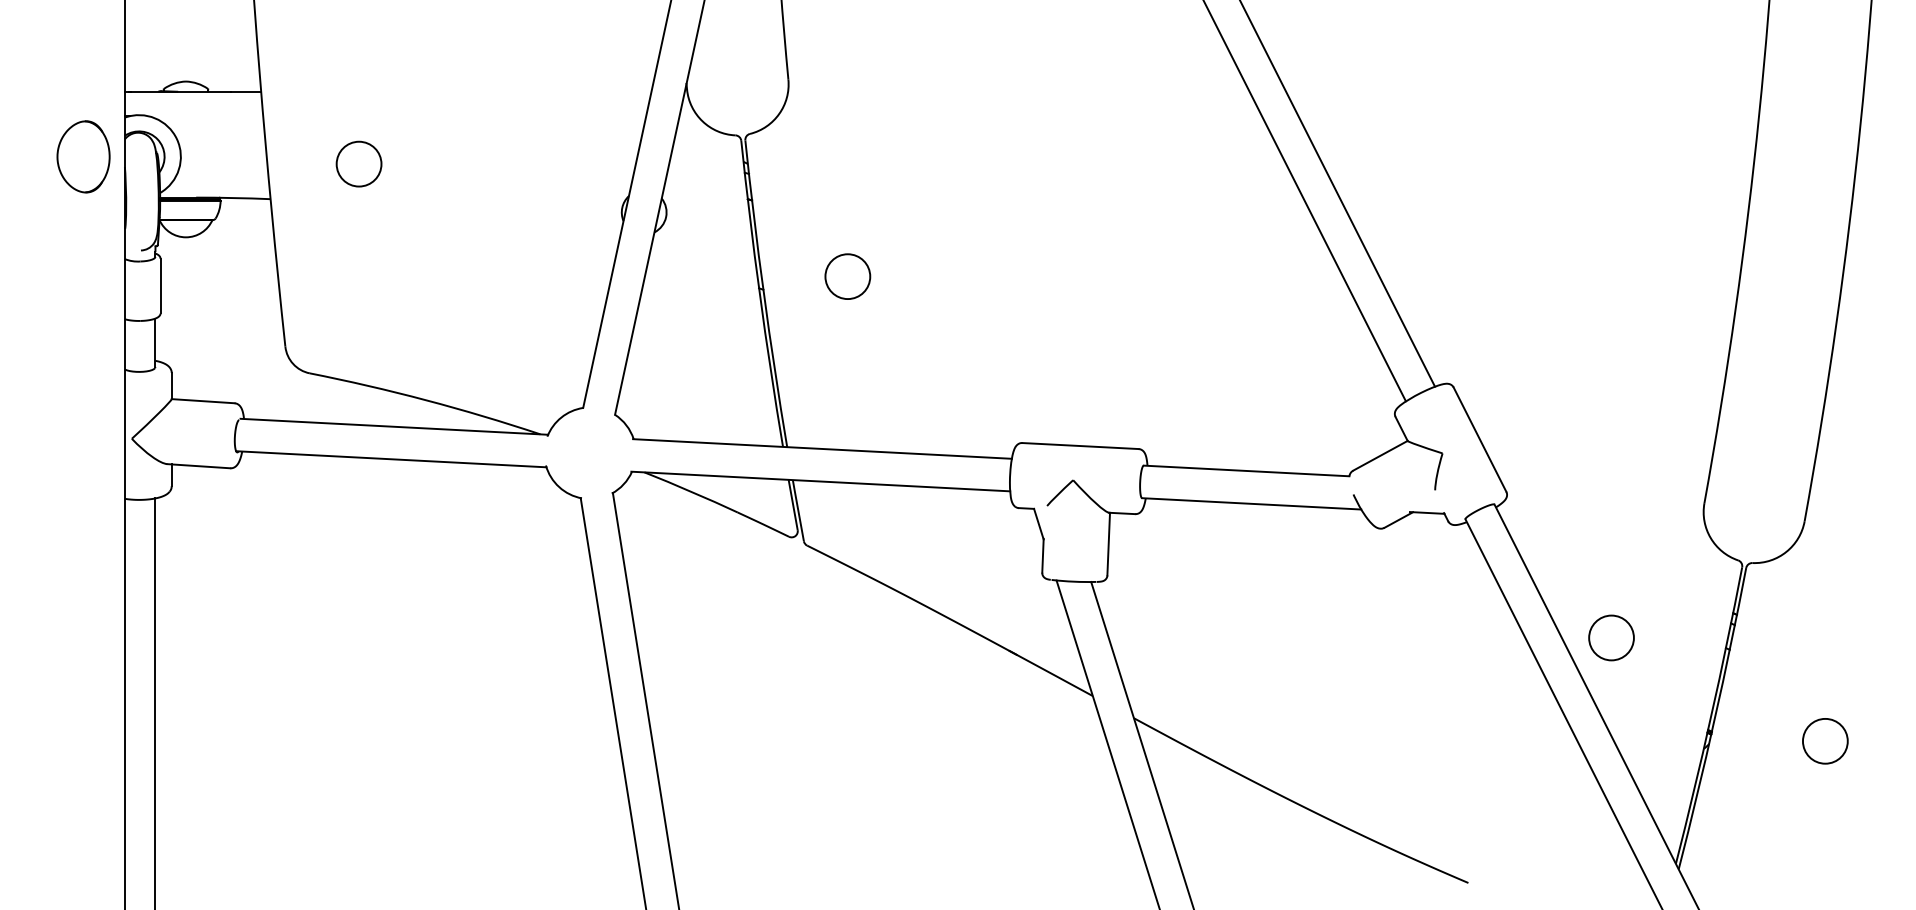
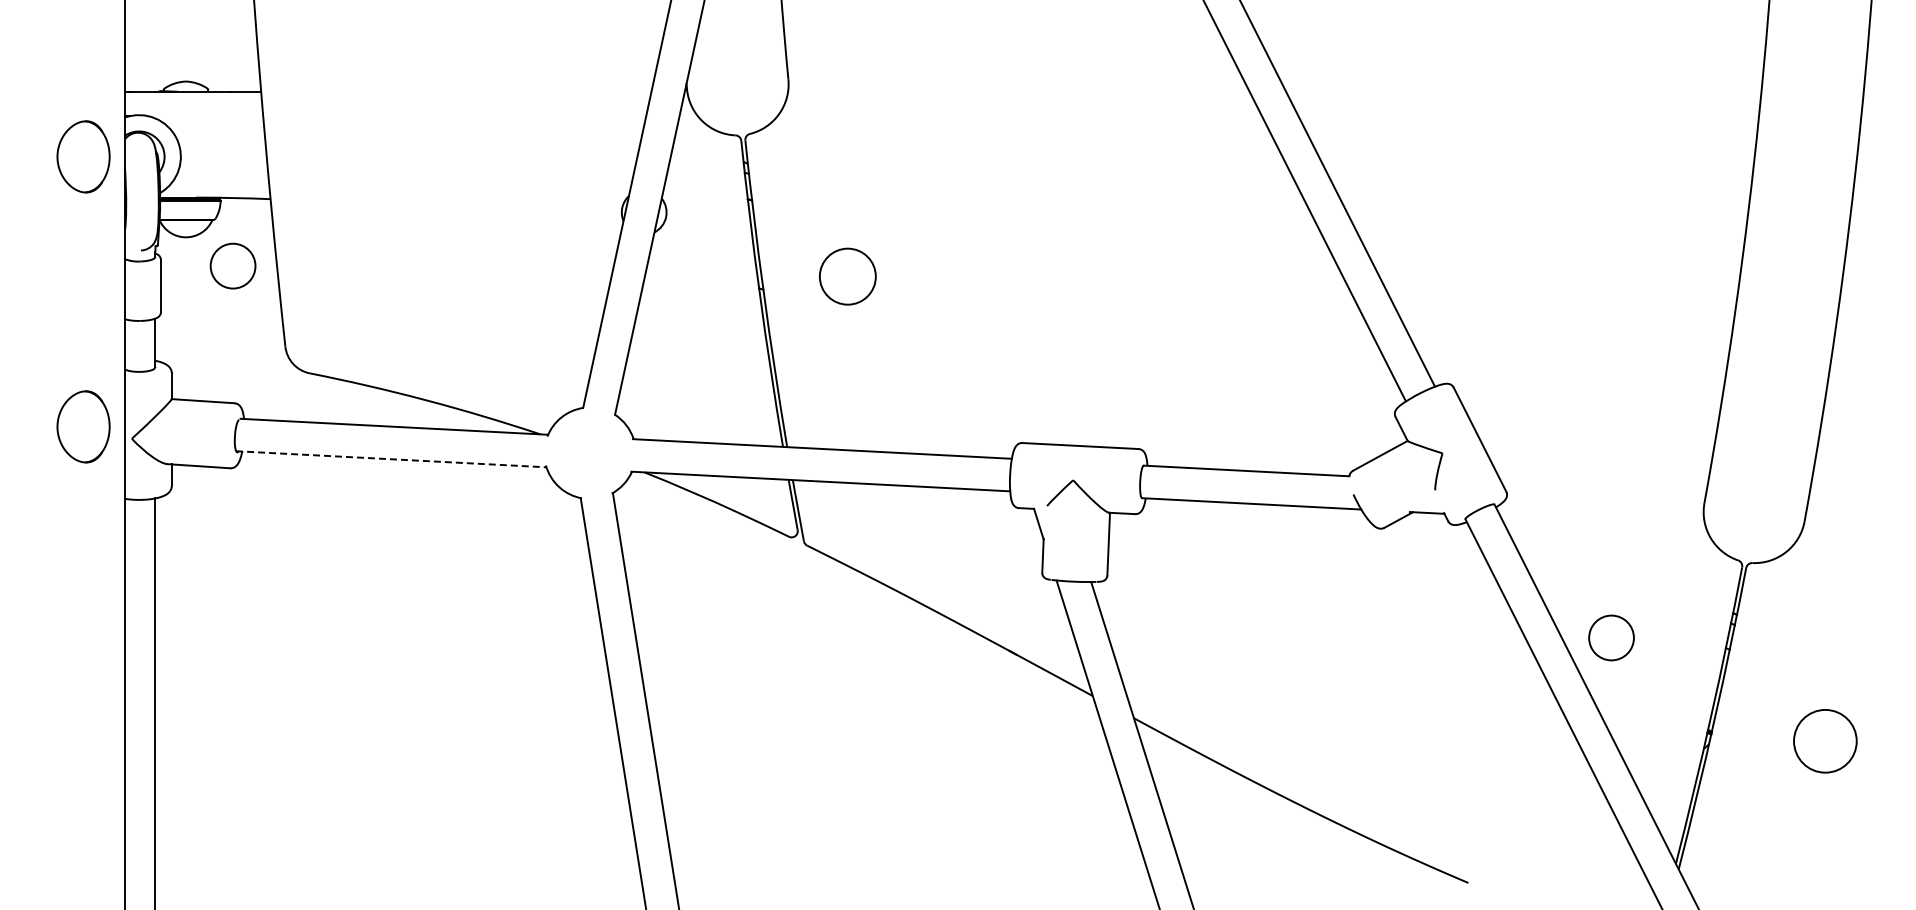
circle at (358, 163) position: (358, 163) -> (232, 265)
circle at (847, 276) diameter: 45 px -> 56 px
part at (83, 426): none -> present
line at (391, 459): solid -> dashed
circle at (1824, 740) diameter: 45 px -> 63 px
